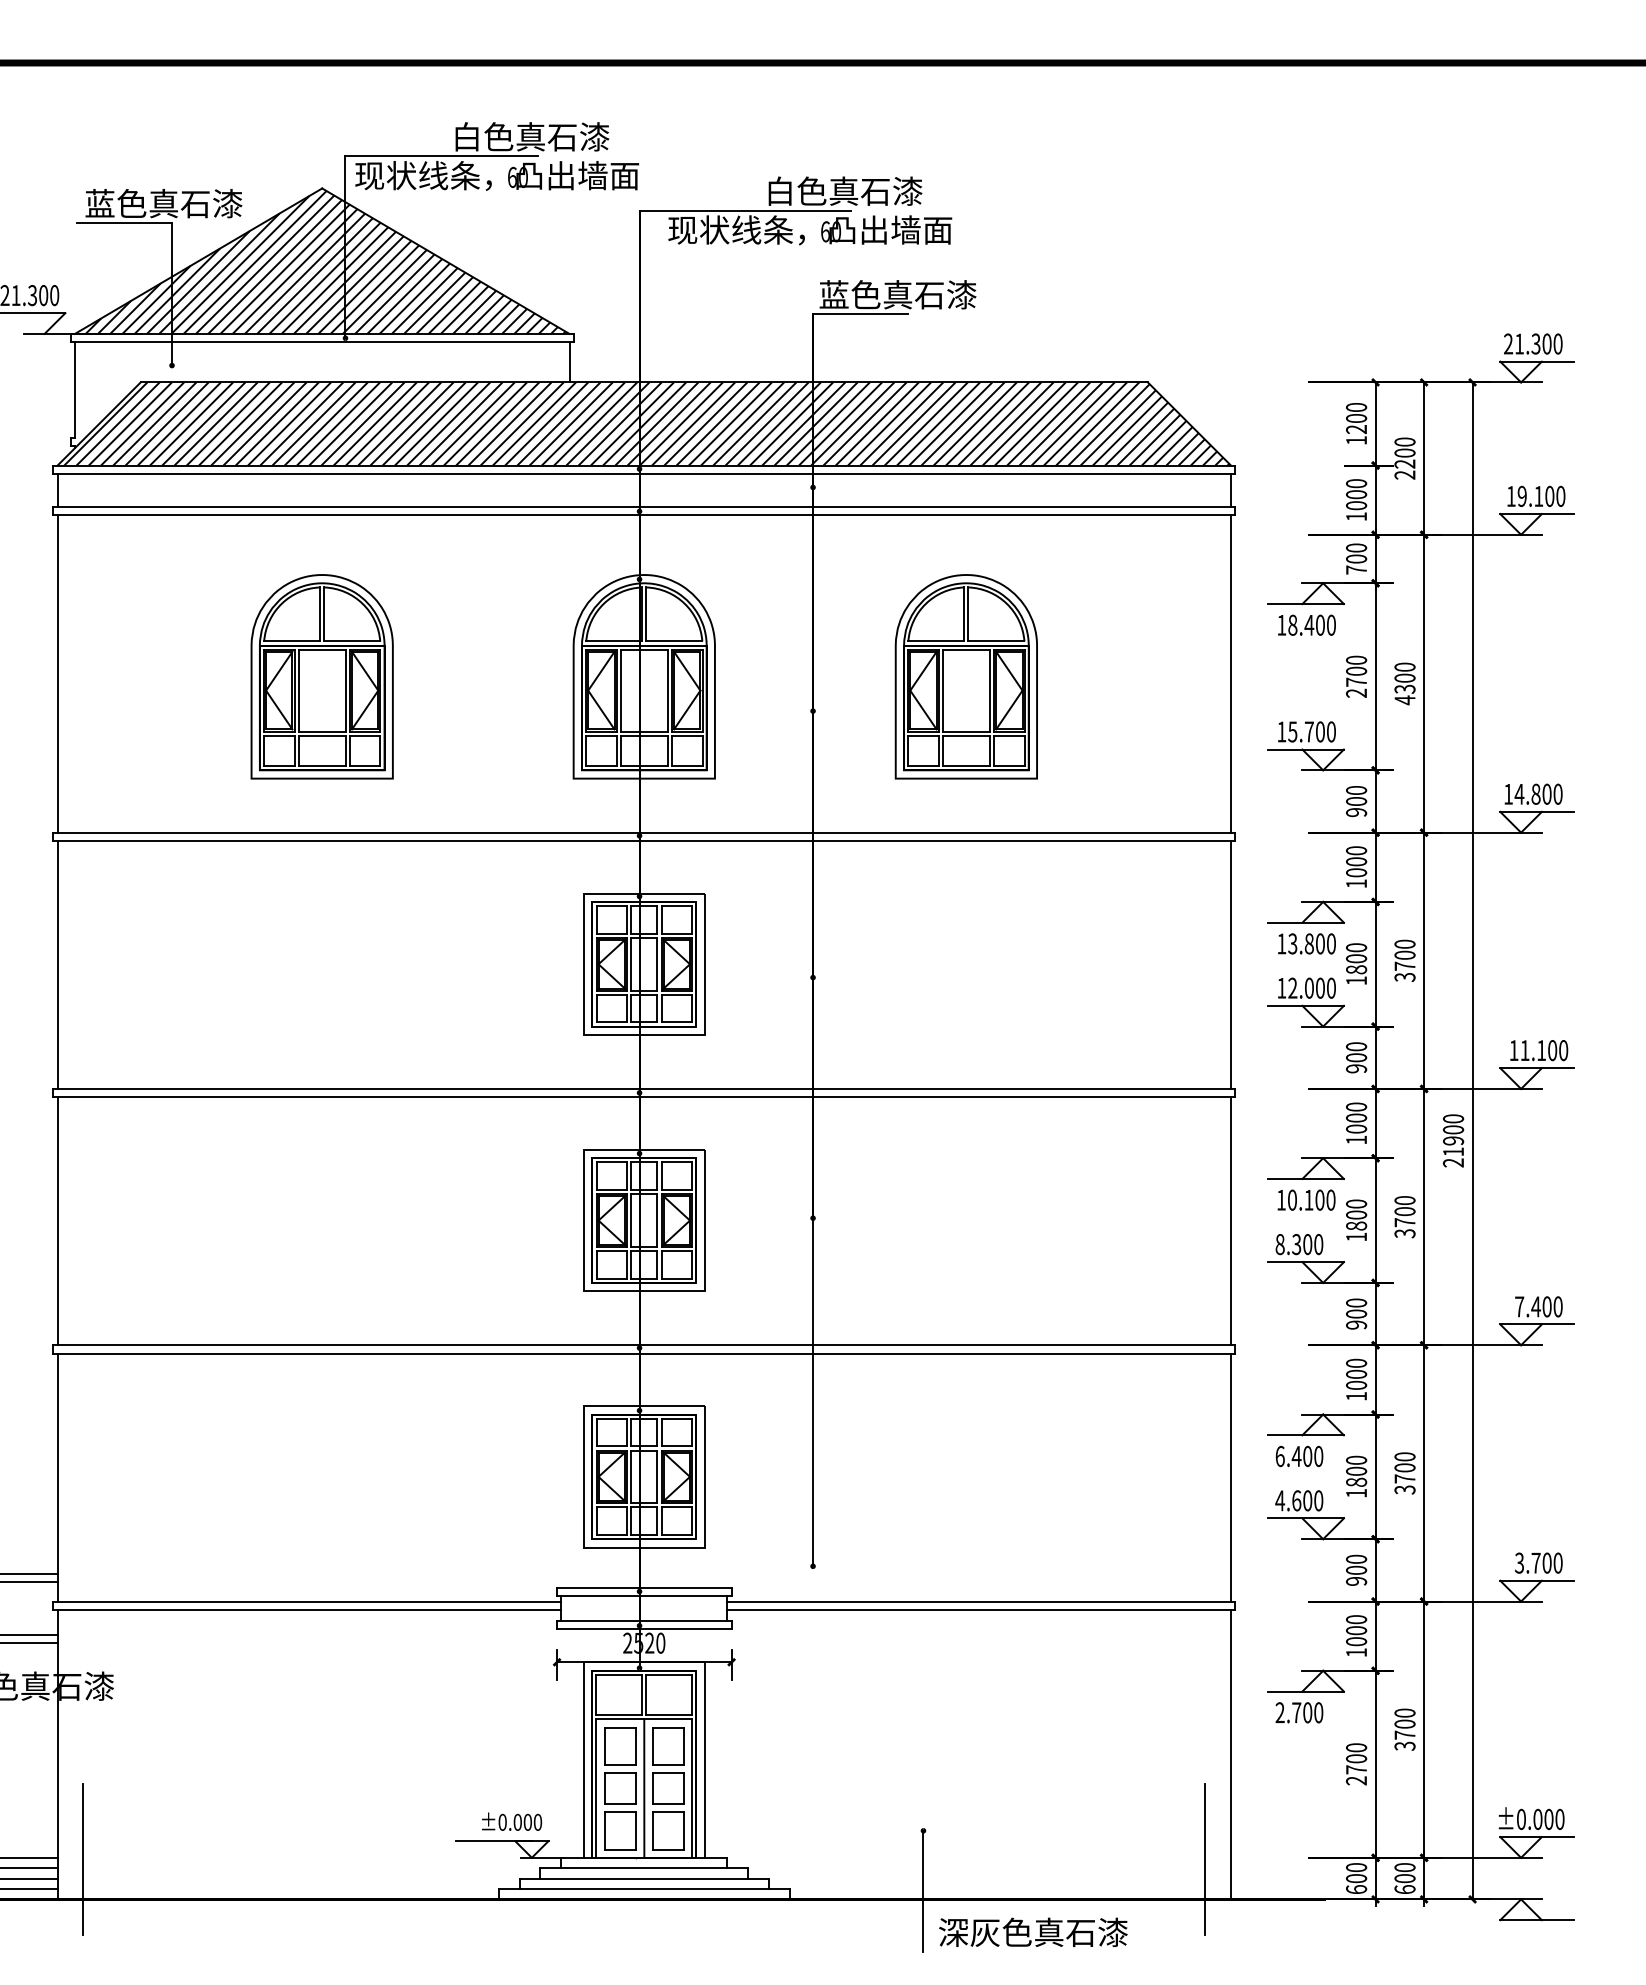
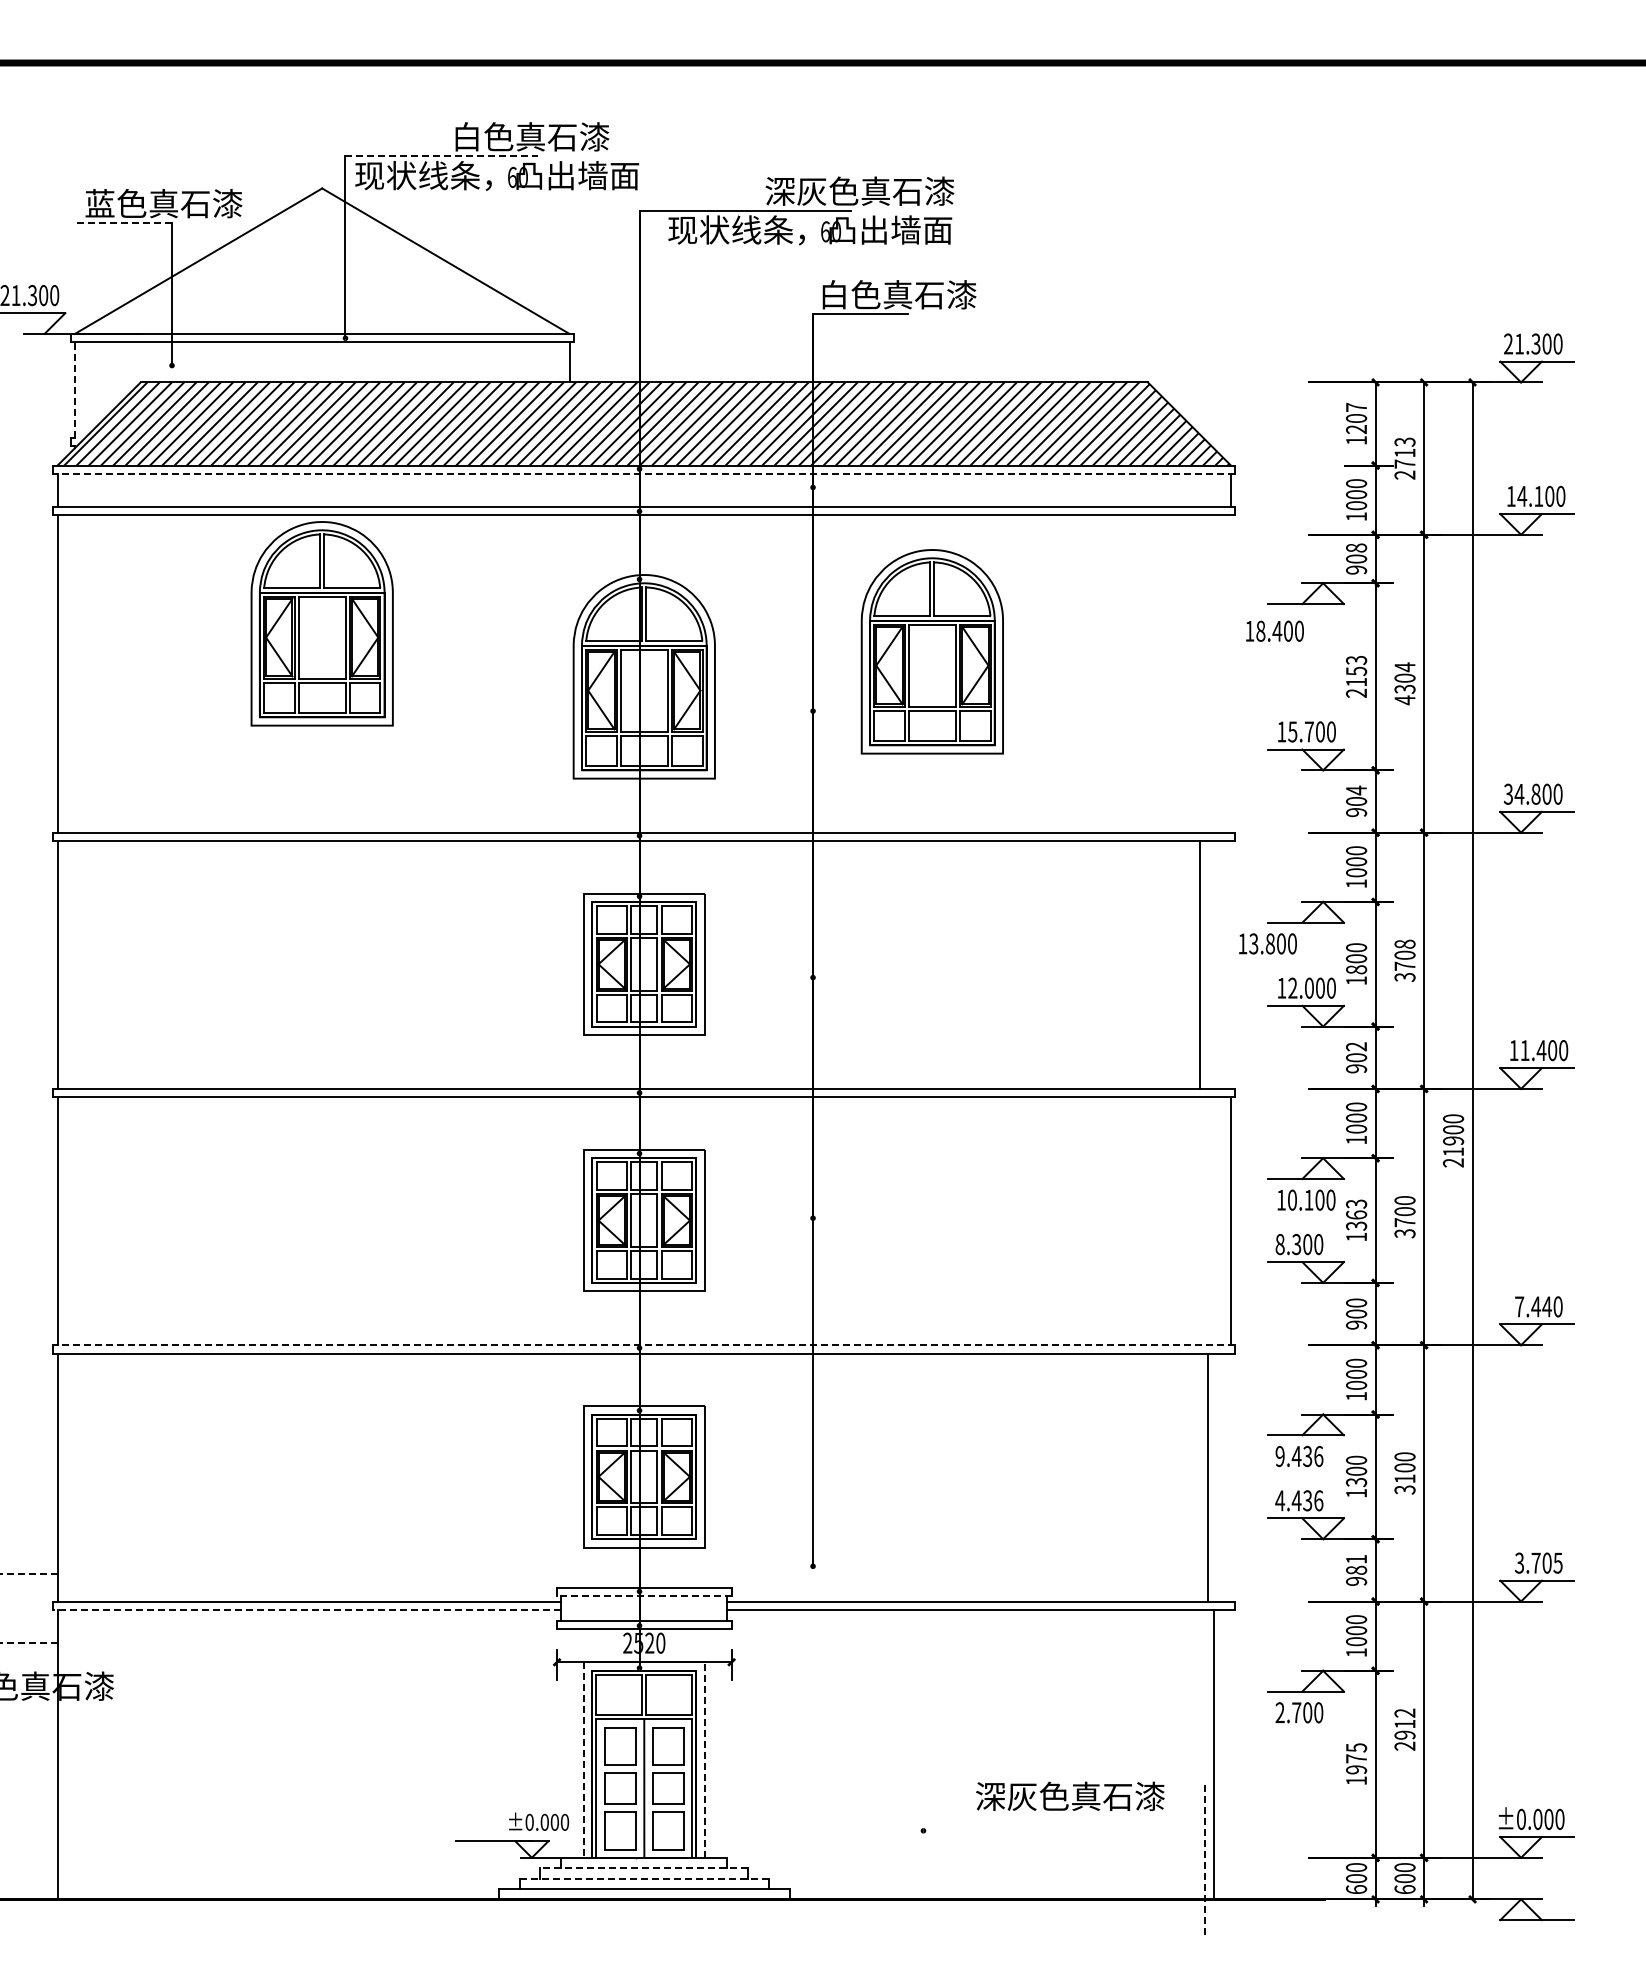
line at (442, 156): solid -> dashed
text at (859, 190): 白色真石漆 -> 深灰色真石漆
line at (124, 223): solid -> dashed
hatch at (325, 262): present -> none
text at (833, 294): 蓝色真石漆 -> 白色真石漆
line at (74, 390): solid -> dashed
text at (1356, 407): 1200 -> 1207
text at (1404, 452): 2200 -> 2713
line at (644, 473): solid -> dashed
text at (1522, 495): 19.100 -> 14.100
text at (1356, 558): 700 -> 908
text at (1306, 624) position: (1306, 624) -> (1274, 630)
text at (1404, 667): 4300 -> 4304
text at (1356, 670): 2700 -> 2153
line at (1231, 673): present -> none
part at (321, 676) position: (321, 676) -> (321, 623)
part at (965, 676) position: (965, 676) -> (931, 651)
text at (1356, 790): 900 -> 904
text at (1507, 793): 14.800 -> 34.800
text at (1306, 943) position: (1306, 943) -> (1267, 943)
text at (1405, 943): 3700 -> 3708
line at (1231, 964) position: (1231, 964) -> (1200, 964)
text at (1356, 1046): 900 -> 902
text at (1541, 1050): 11.100 -> 11.400
text at (1356, 1214): 1800 -> 1363
text at (1547, 1306): 7.400 -> 7.440
line at (644, 1345): solid -> dashed
text at (1299, 1456): 6.400 -> 9.436
line at (1231, 1477) position: (1231, 1477) -> (1208, 1477)
text at (1404, 1478): 3700 -> 3100
text at (1356, 1482): 1800 -> 1300
text at (1307, 1500): 4.600 -> 4.436
text at (1557, 1562): 3.700 -> 3.705
text at (1356, 1564): 900 -> 981
line at (28, 1573): solid -> dashed
line at (29, 1582): present -> none
line at (643, 1596): solid -> dashed
line at (307, 1609): solid -> dashed
line at (29, 1634): present -> none
line at (28, 1643): solid -> dashed
text at (1404, 1729): 3700 -> 2912
line at (1231, 1754) position: (1231, 1754) -> (1214, 1754)
line at (584, 1760): solid -> dashed
line at (704, 1760): solid -> dashed
text at (1356, 1764): 2700 -> 1975
text at (512, 1821) position: (512, 1821) -> (539, 1821)
line at (29, 1857): present -> none
line at (83, 1859): present -> none
line at (1205, 1859): solid -> dashed
line at (29, 1868): present -> none
line at (644, 1868): solid -> dashed
line at (29, 1878): present -> none
line at (644, 1878): solid -> dashed
line at (29, 1889): present -> none
line at (923, 1890): present -> none
text at (1033, 1931) position: (1033, 1931) -> (1070, 1795)
